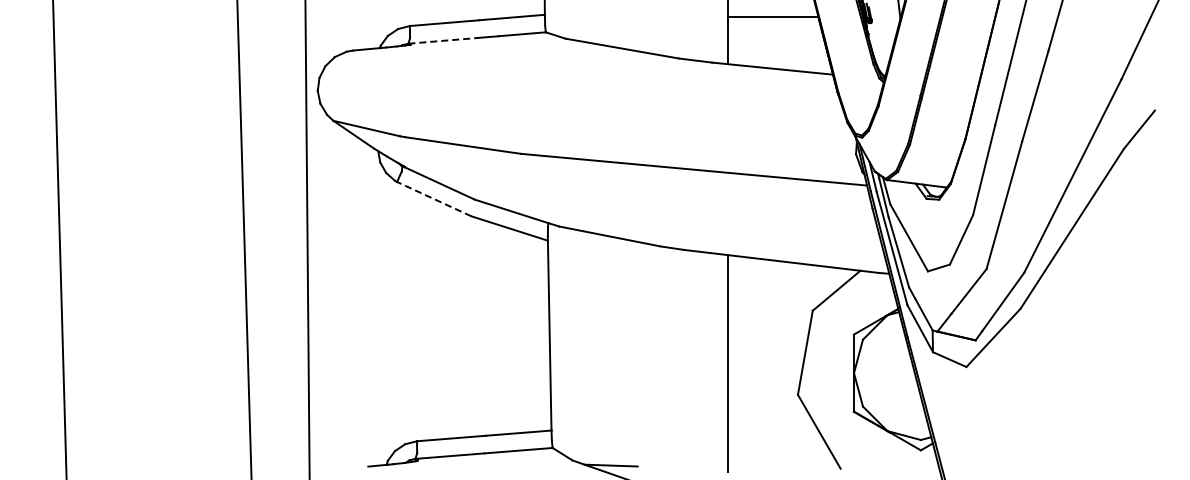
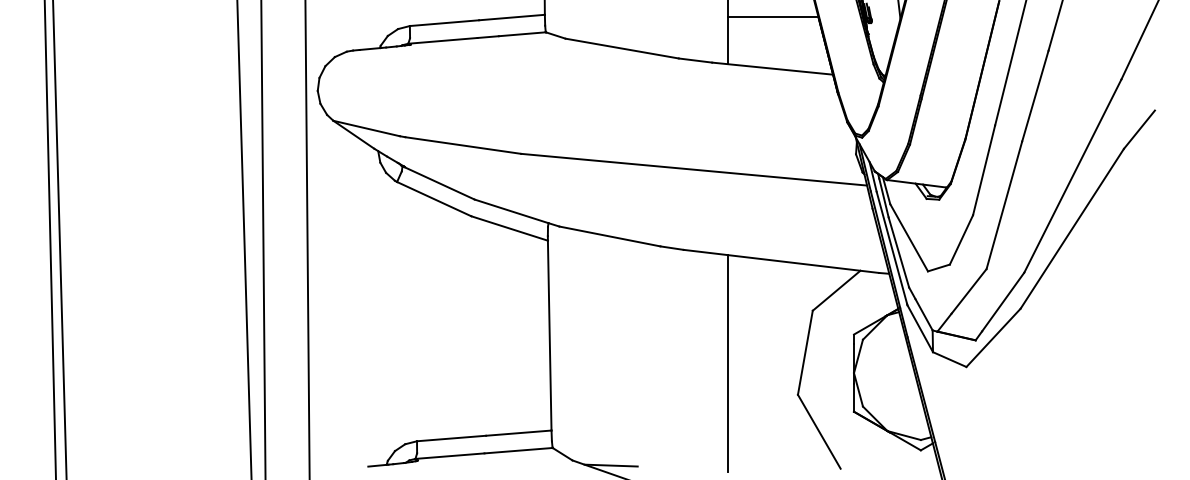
line at (442, 40): dashed -> solid
line at (434, 199): dashed -> solid
line at (49, 239): none -> present
line at (263, 239): none -> present
